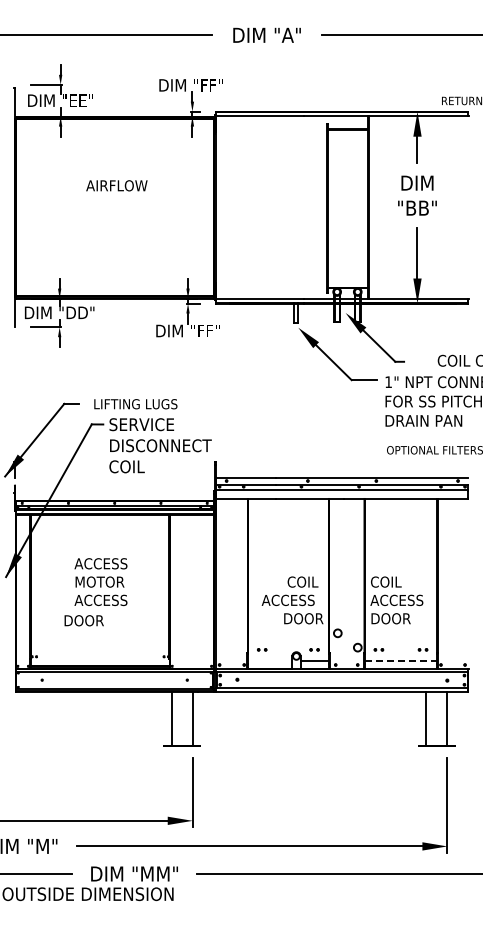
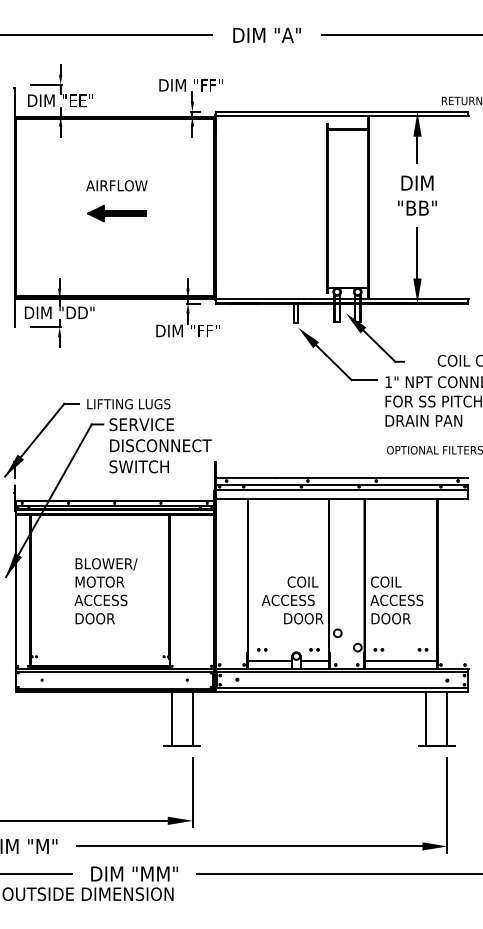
part at (116, 213): none -> present
text at (135, 404) position: (135, 404) -> (128, 404)
text at (138, 466): COIL -> SWITCH
text at (105, 564): ACCESS -> BLOWER/
text at (83, 620) position: (83, 620) -> (94, 618)
line at (270, 660): none -> present
line at (401, 660): dashed -> solid
